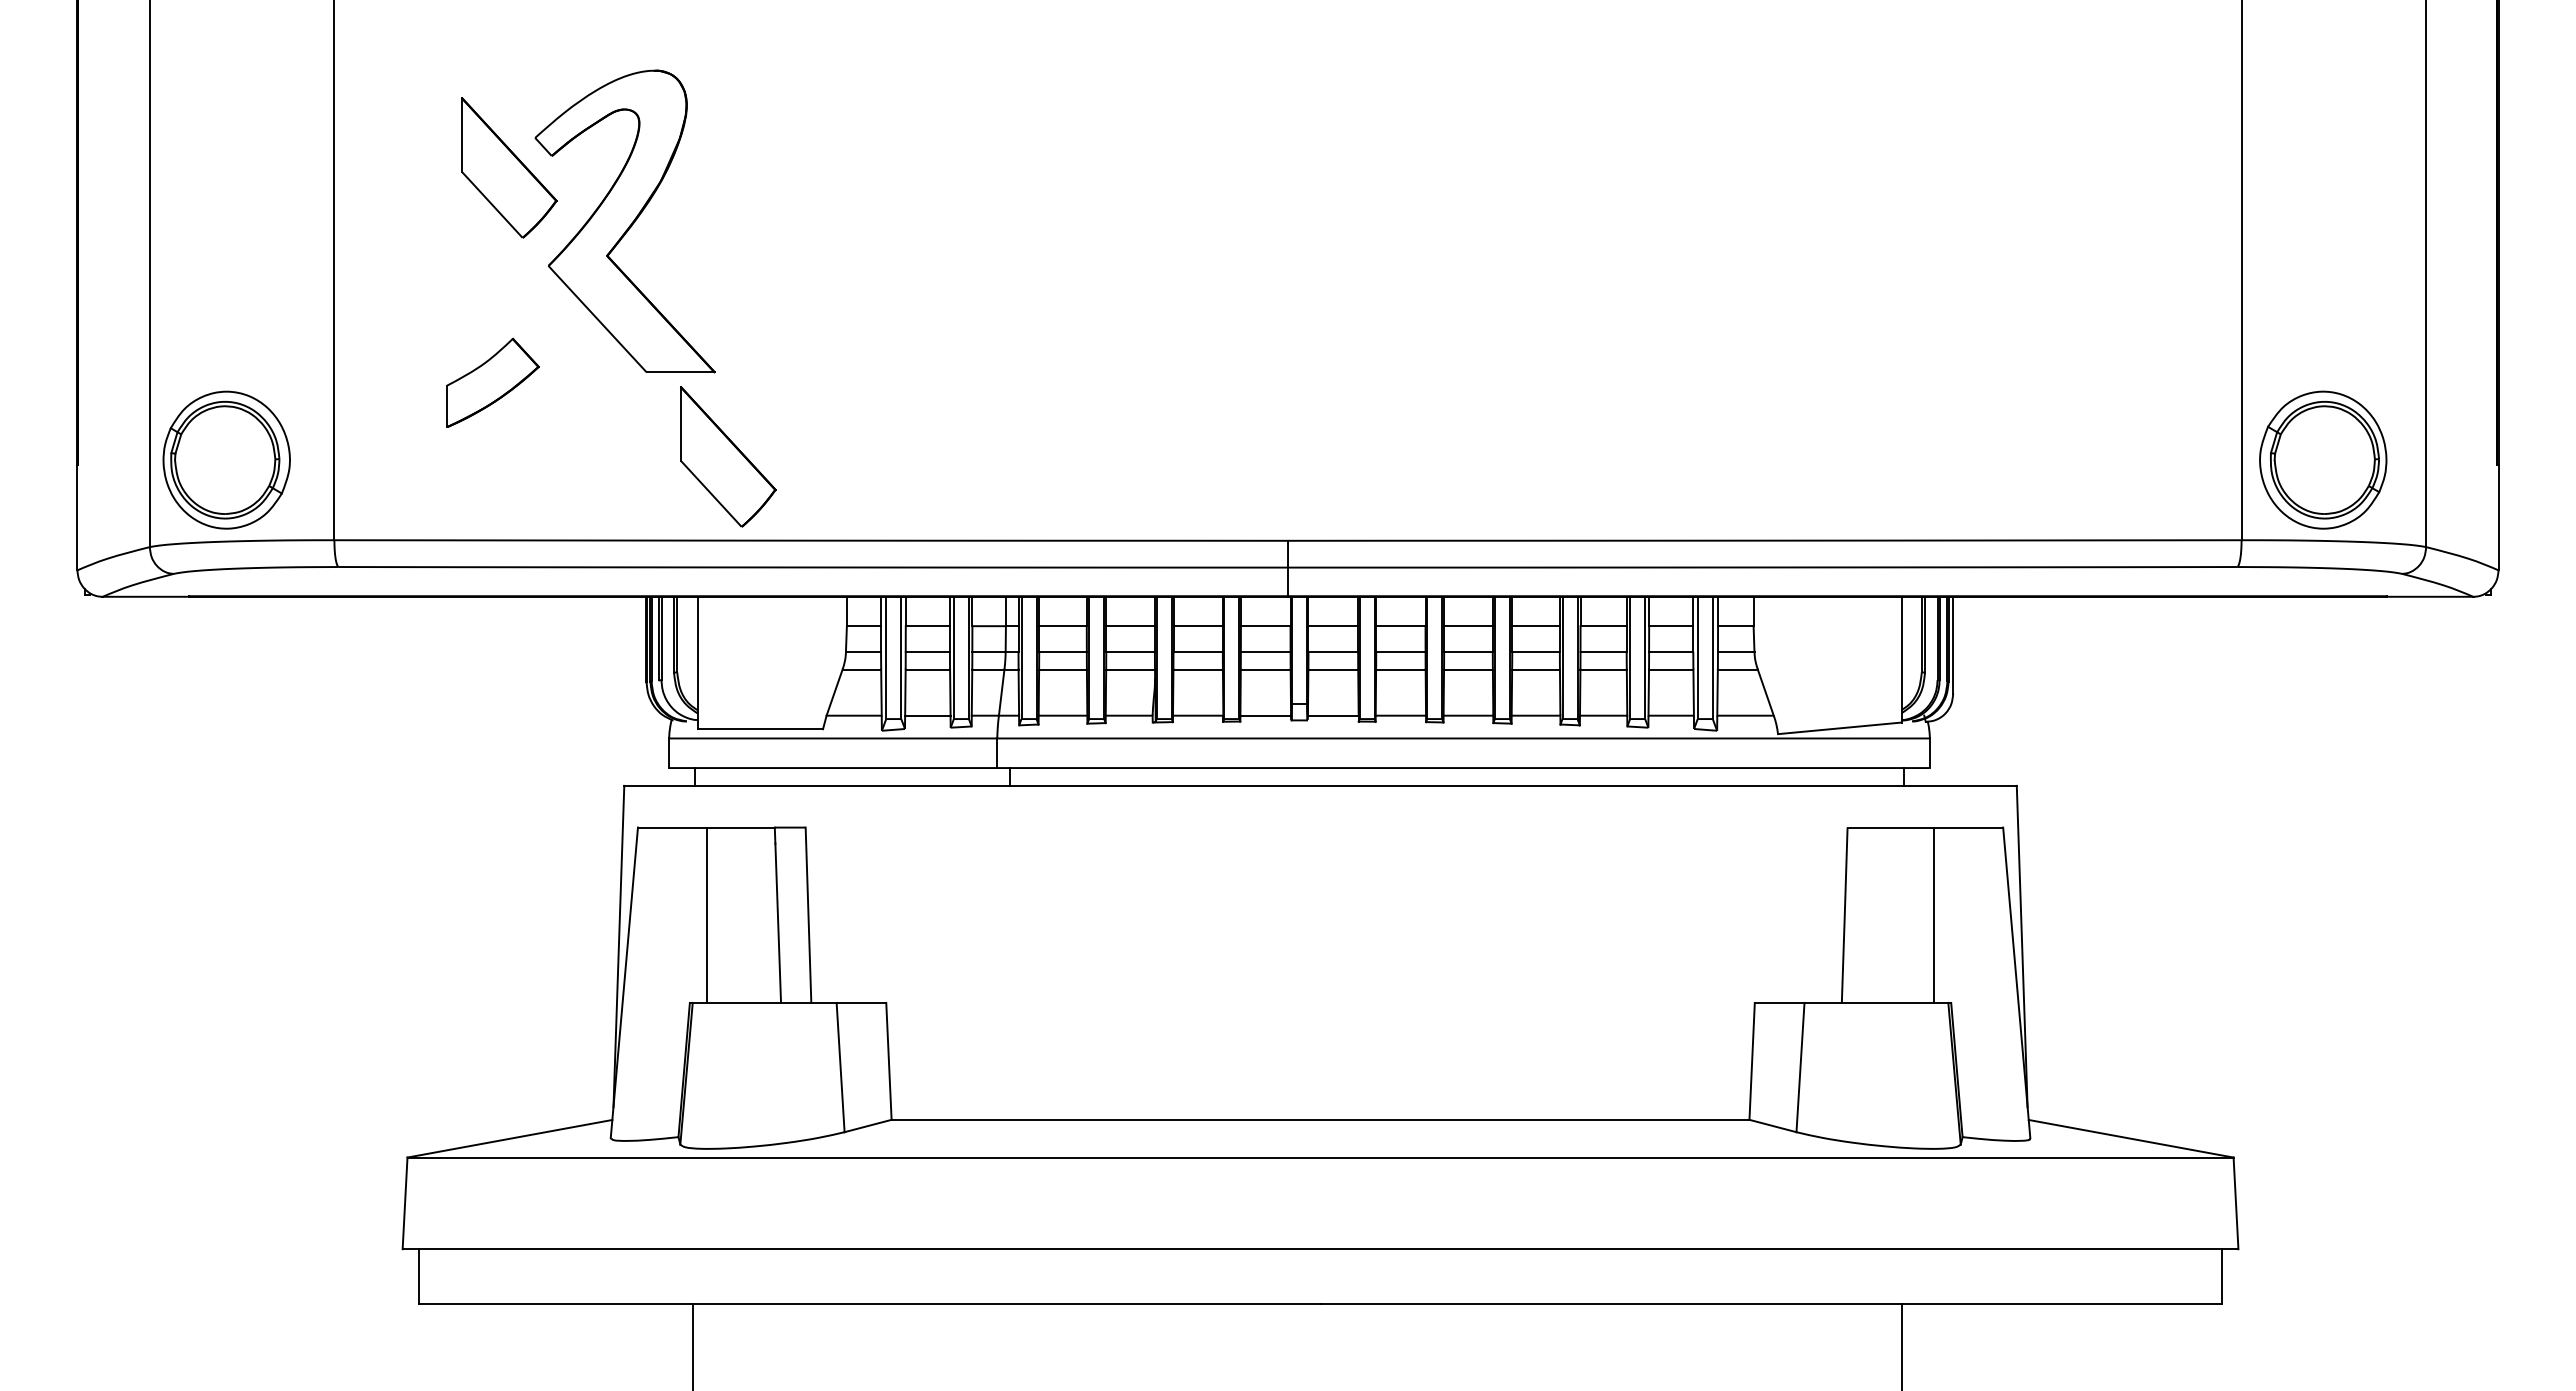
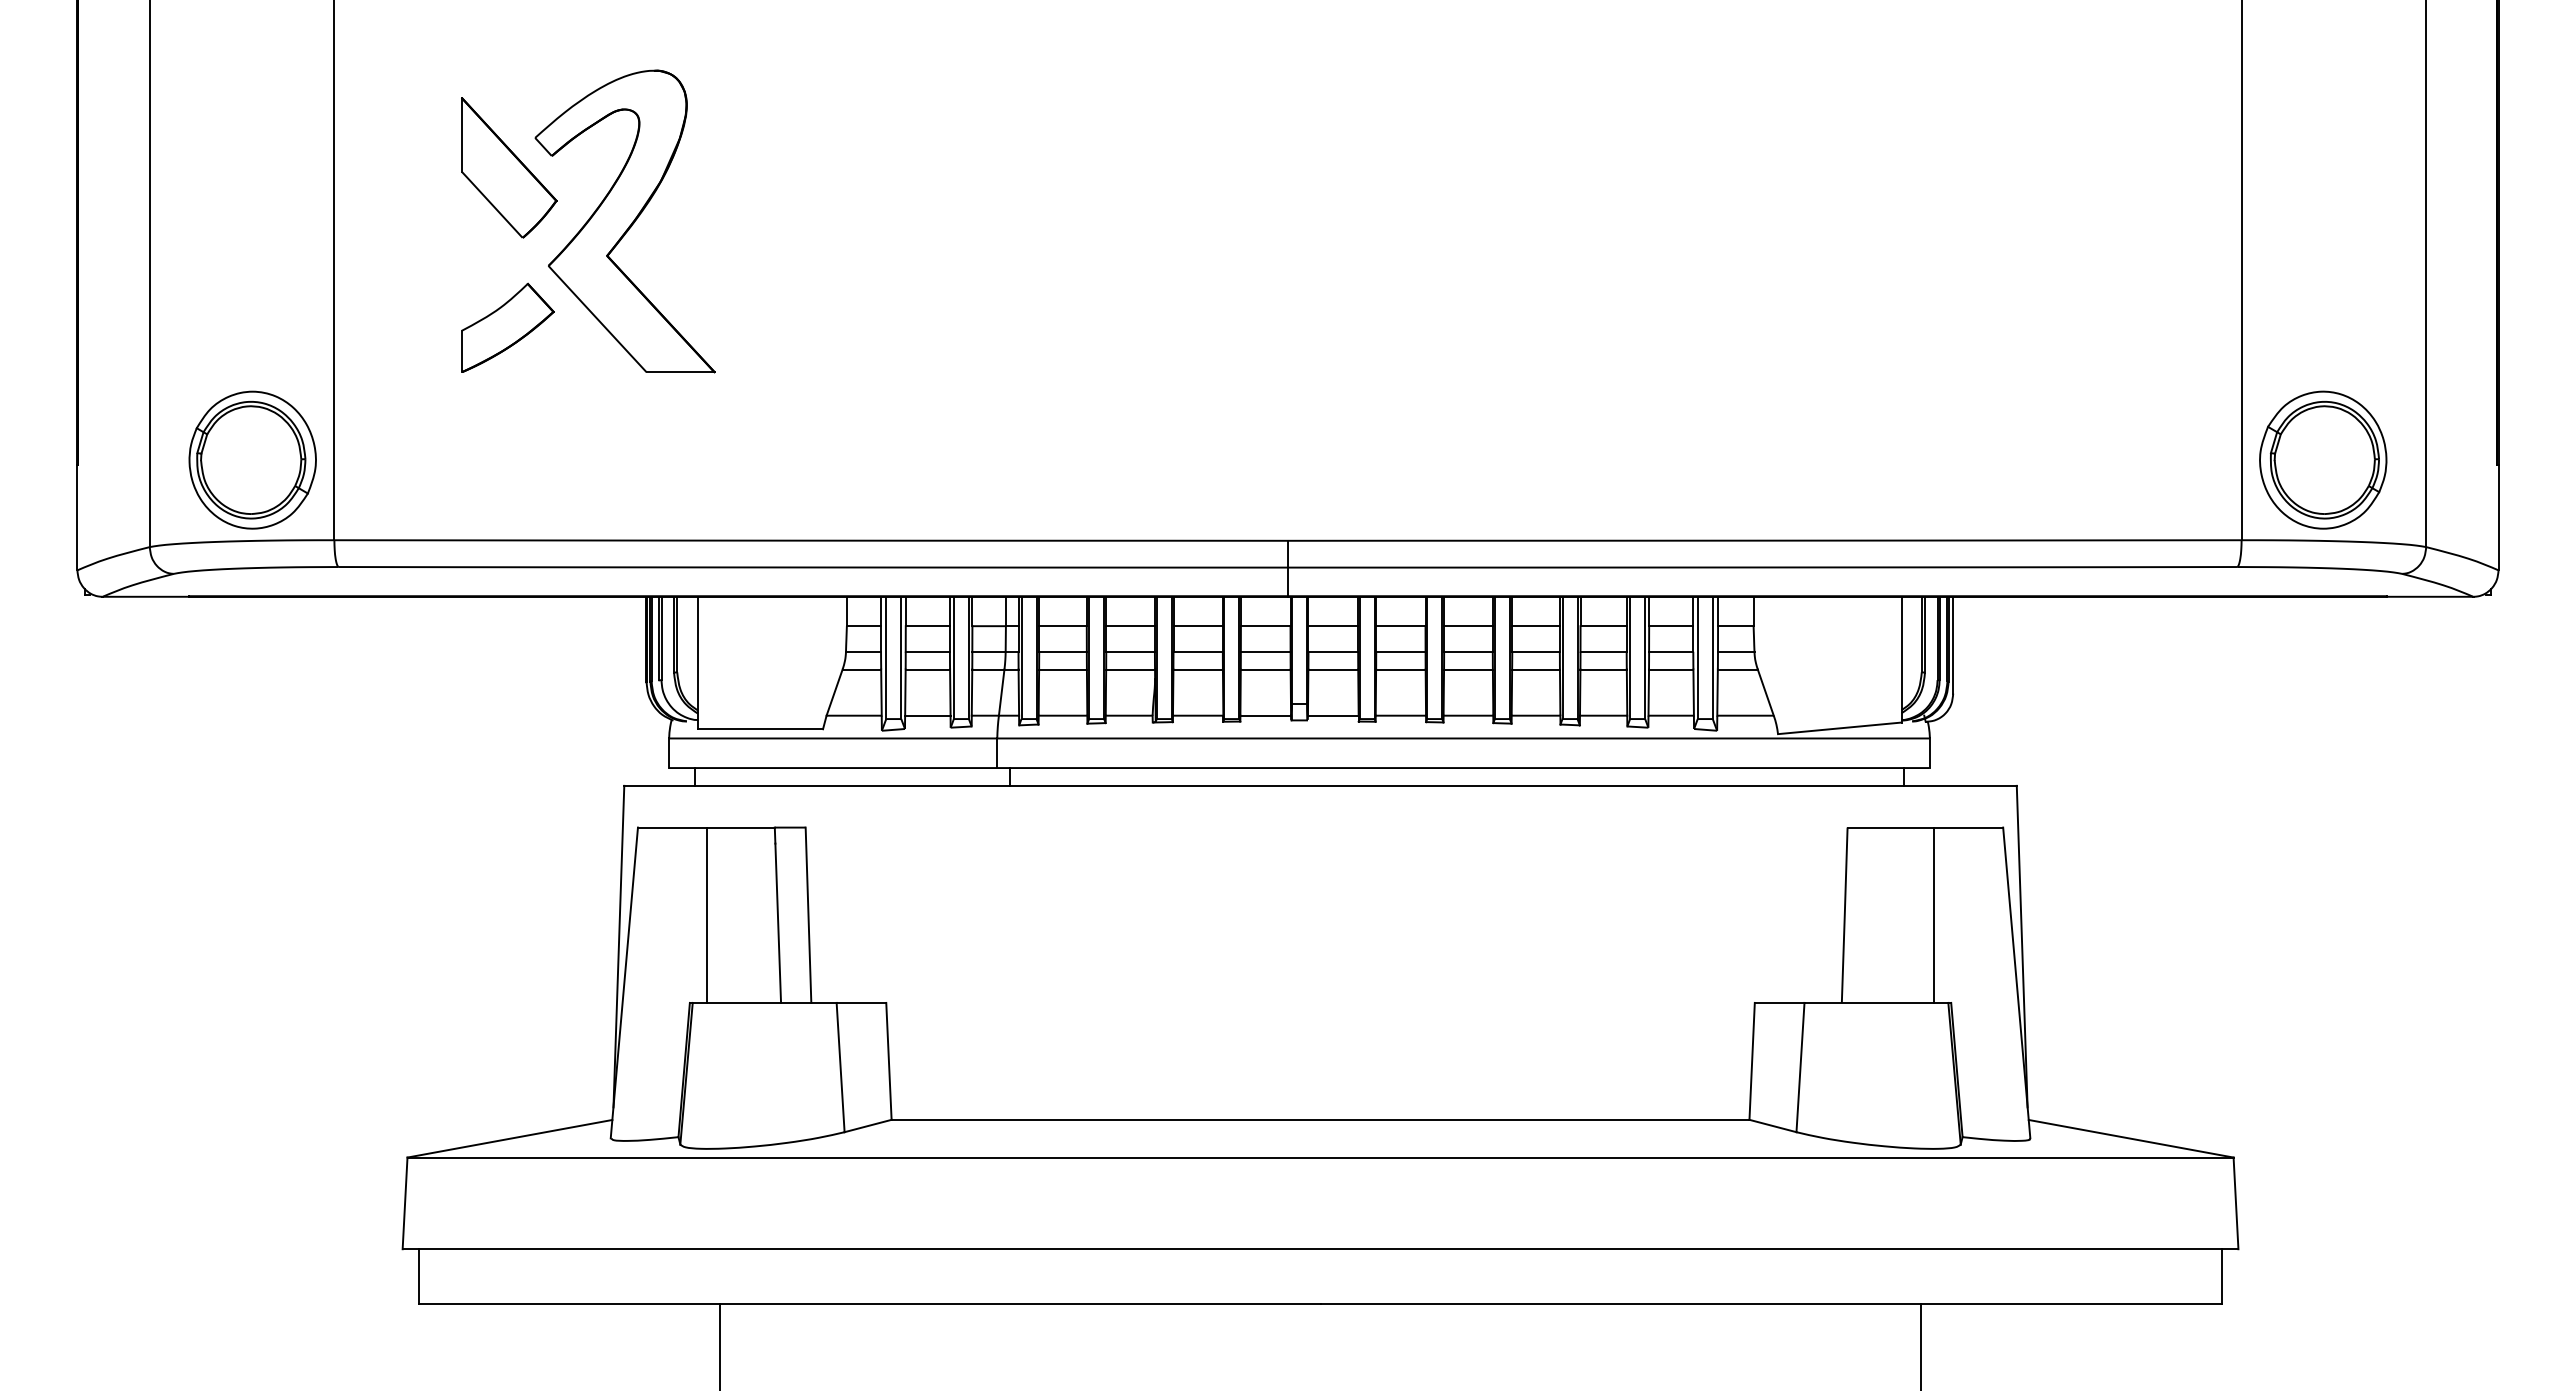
part at (492, 382) position: (492, 382) -> (507, 327)
part at (728, 456): present -> none
part at (226, 459) position: (226, 459) -> (252, 459)
line at (693, 1345) position: (693, 1345) -> (720, 1345)
line at (1901, 1345) position: (1901, 1345) -> (1920, 1345)
